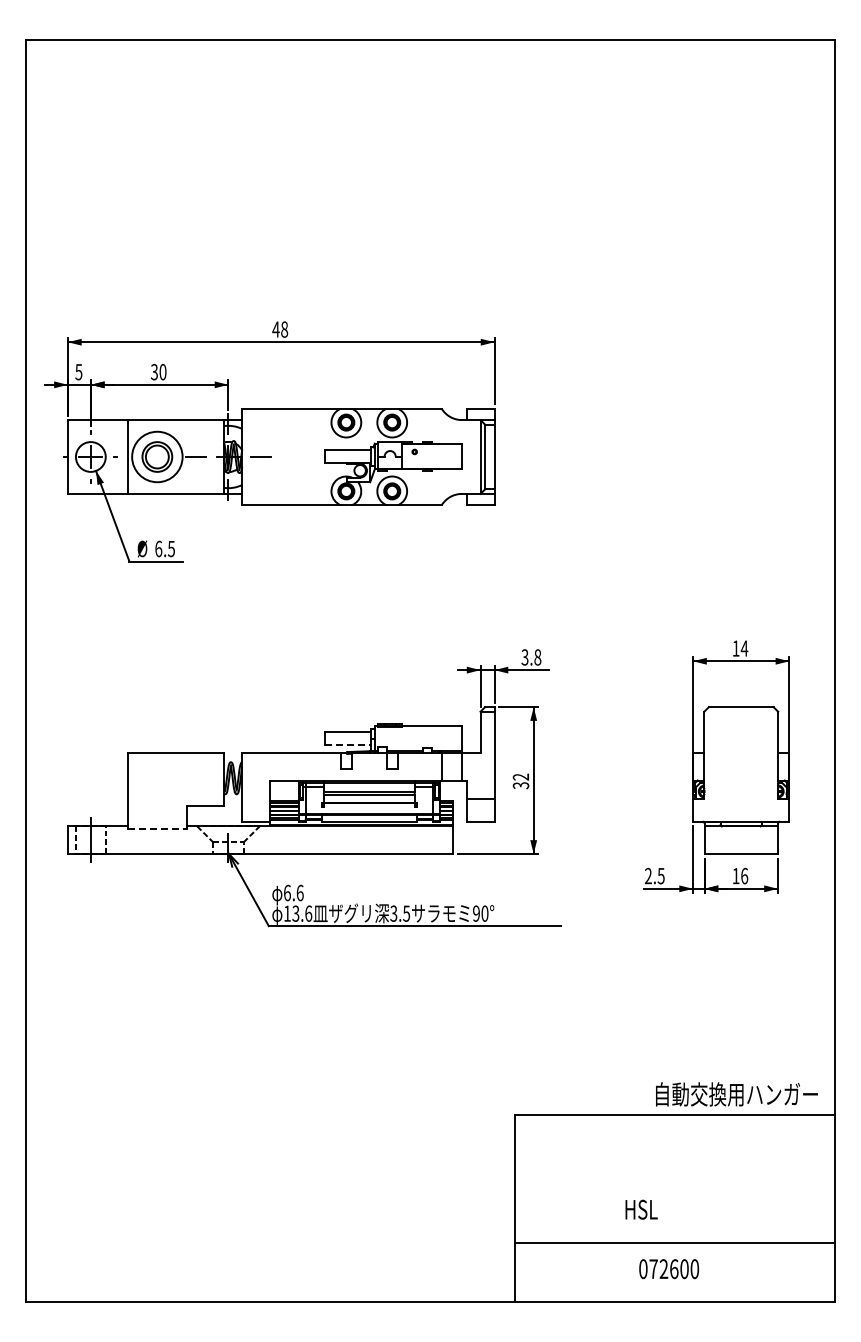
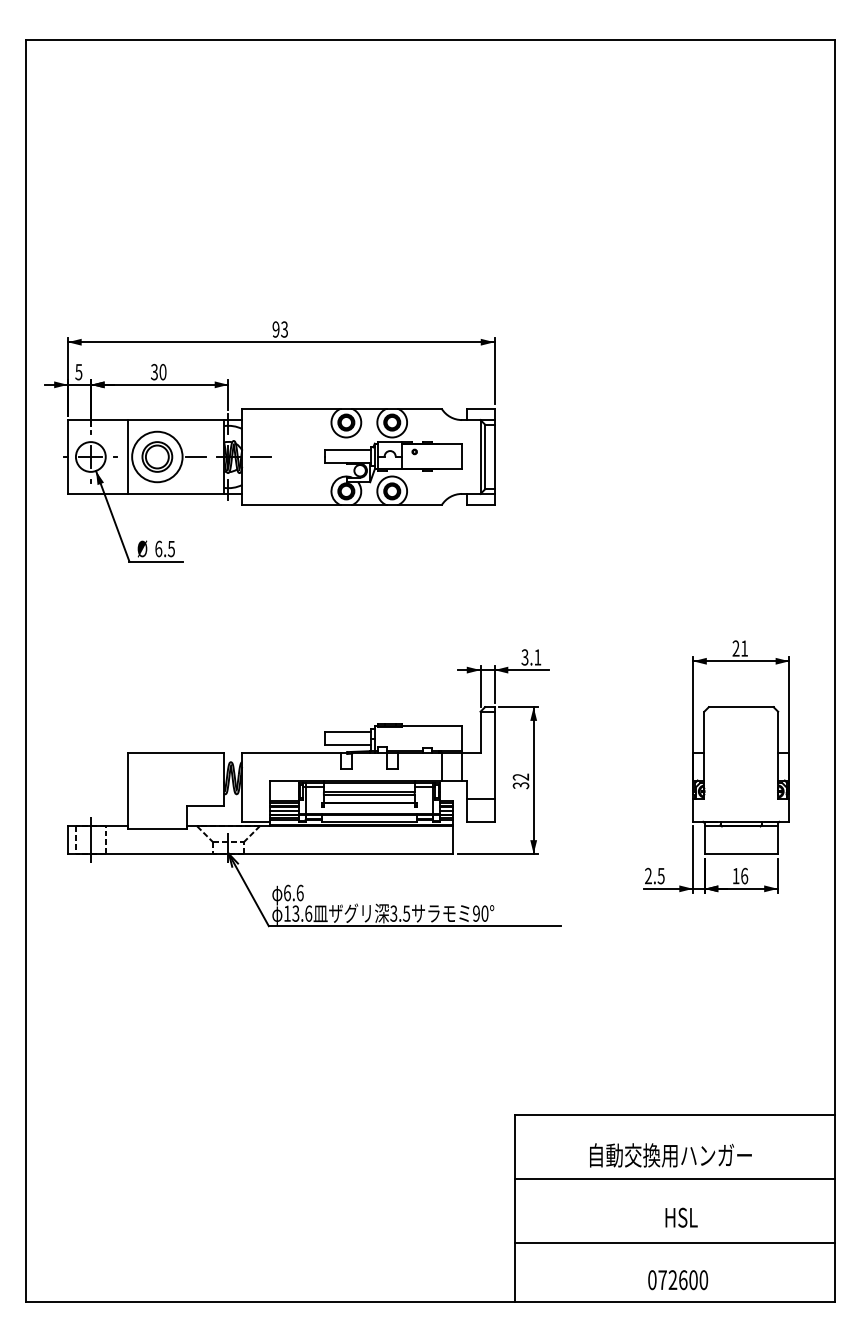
text at (280, 329): 48 -> 93
text at (740, 648): 14 -> 21
text at (537, 657): 3.8 -> 3.1
line at (347, 745): dashed -> solid
line at (157, 828): dashed -> solid
text at (736, 1094) position: (736, 1094) -> (670, 1155)
line at (675, 1179): none -> present
text at (641, 1209) position: (641, 1209) -> (681, 1217)
text at (669, 1269) position: (669, 1269) -> (678, 1280)
